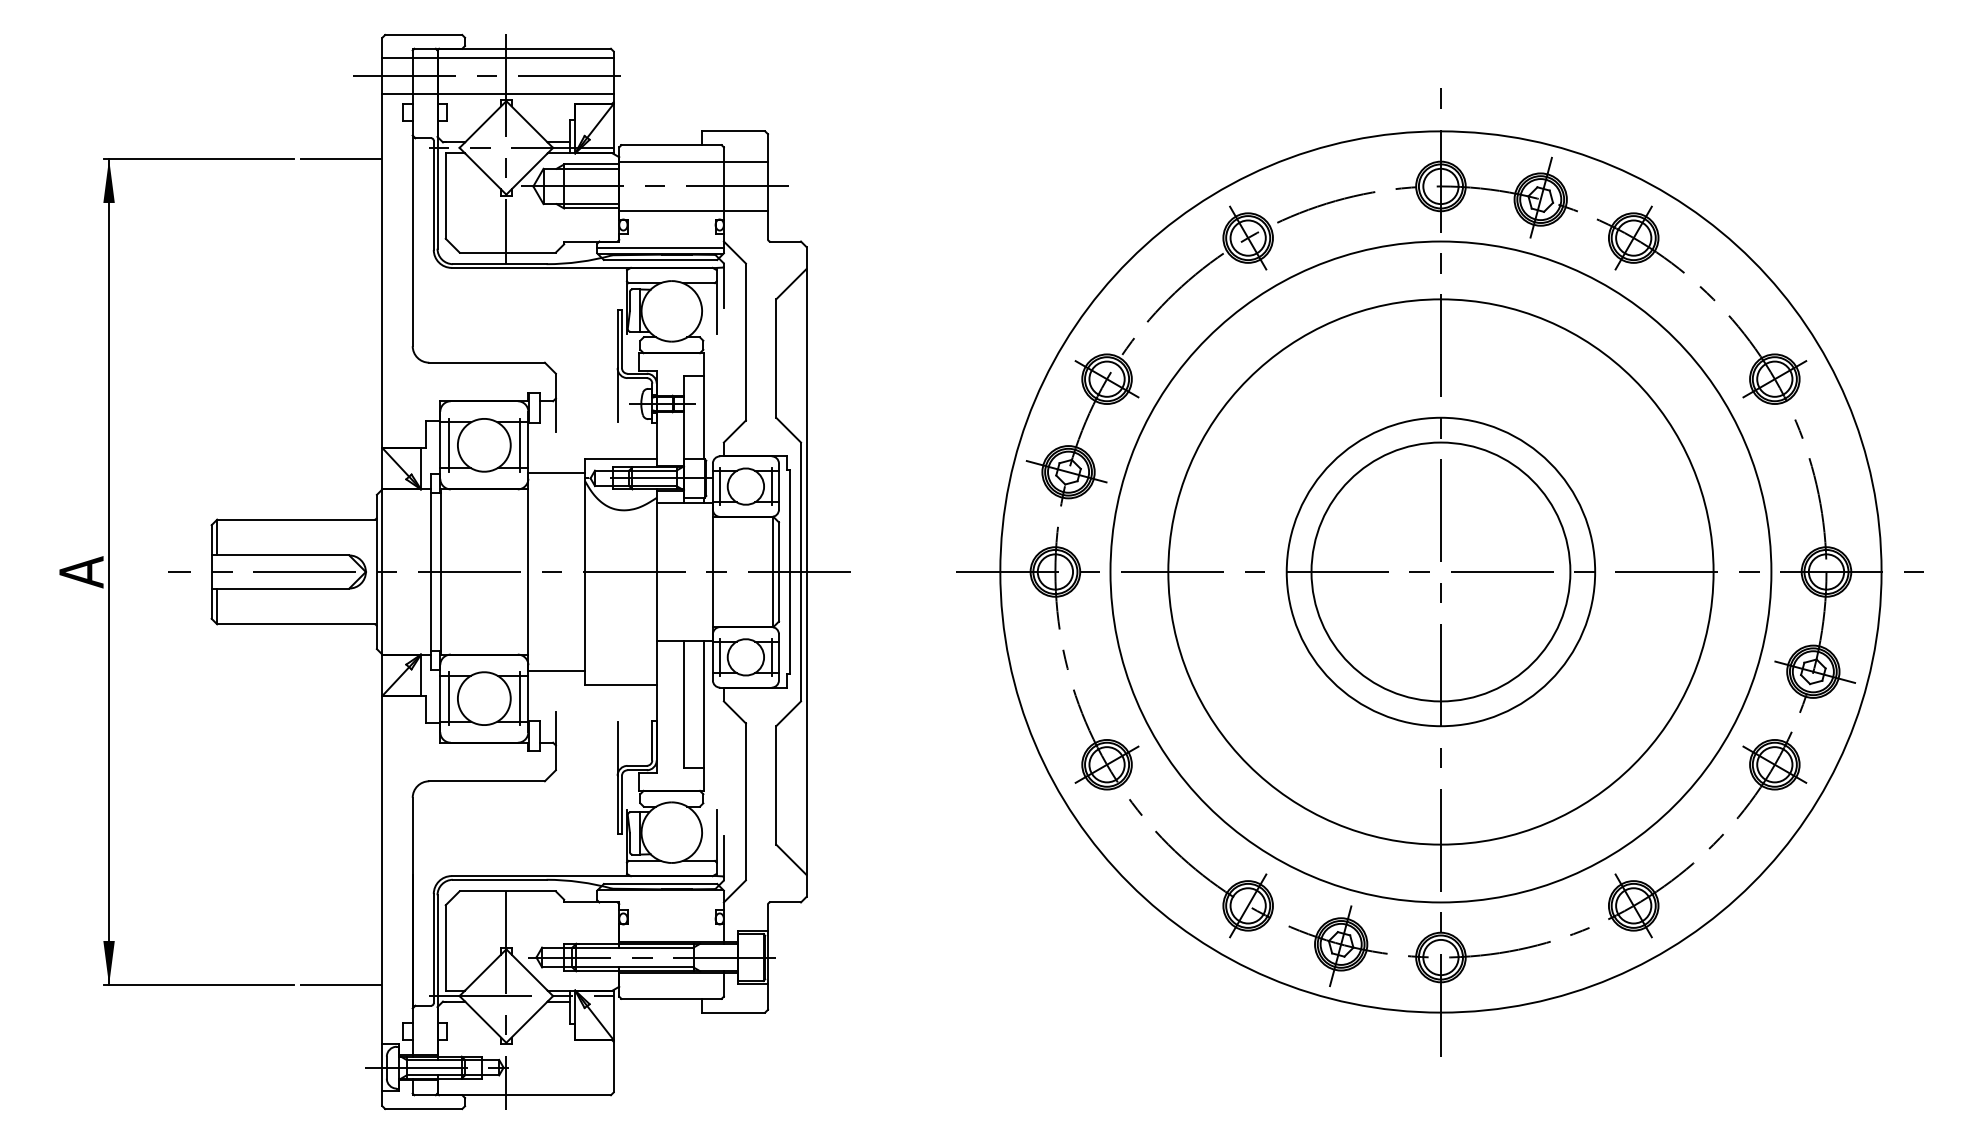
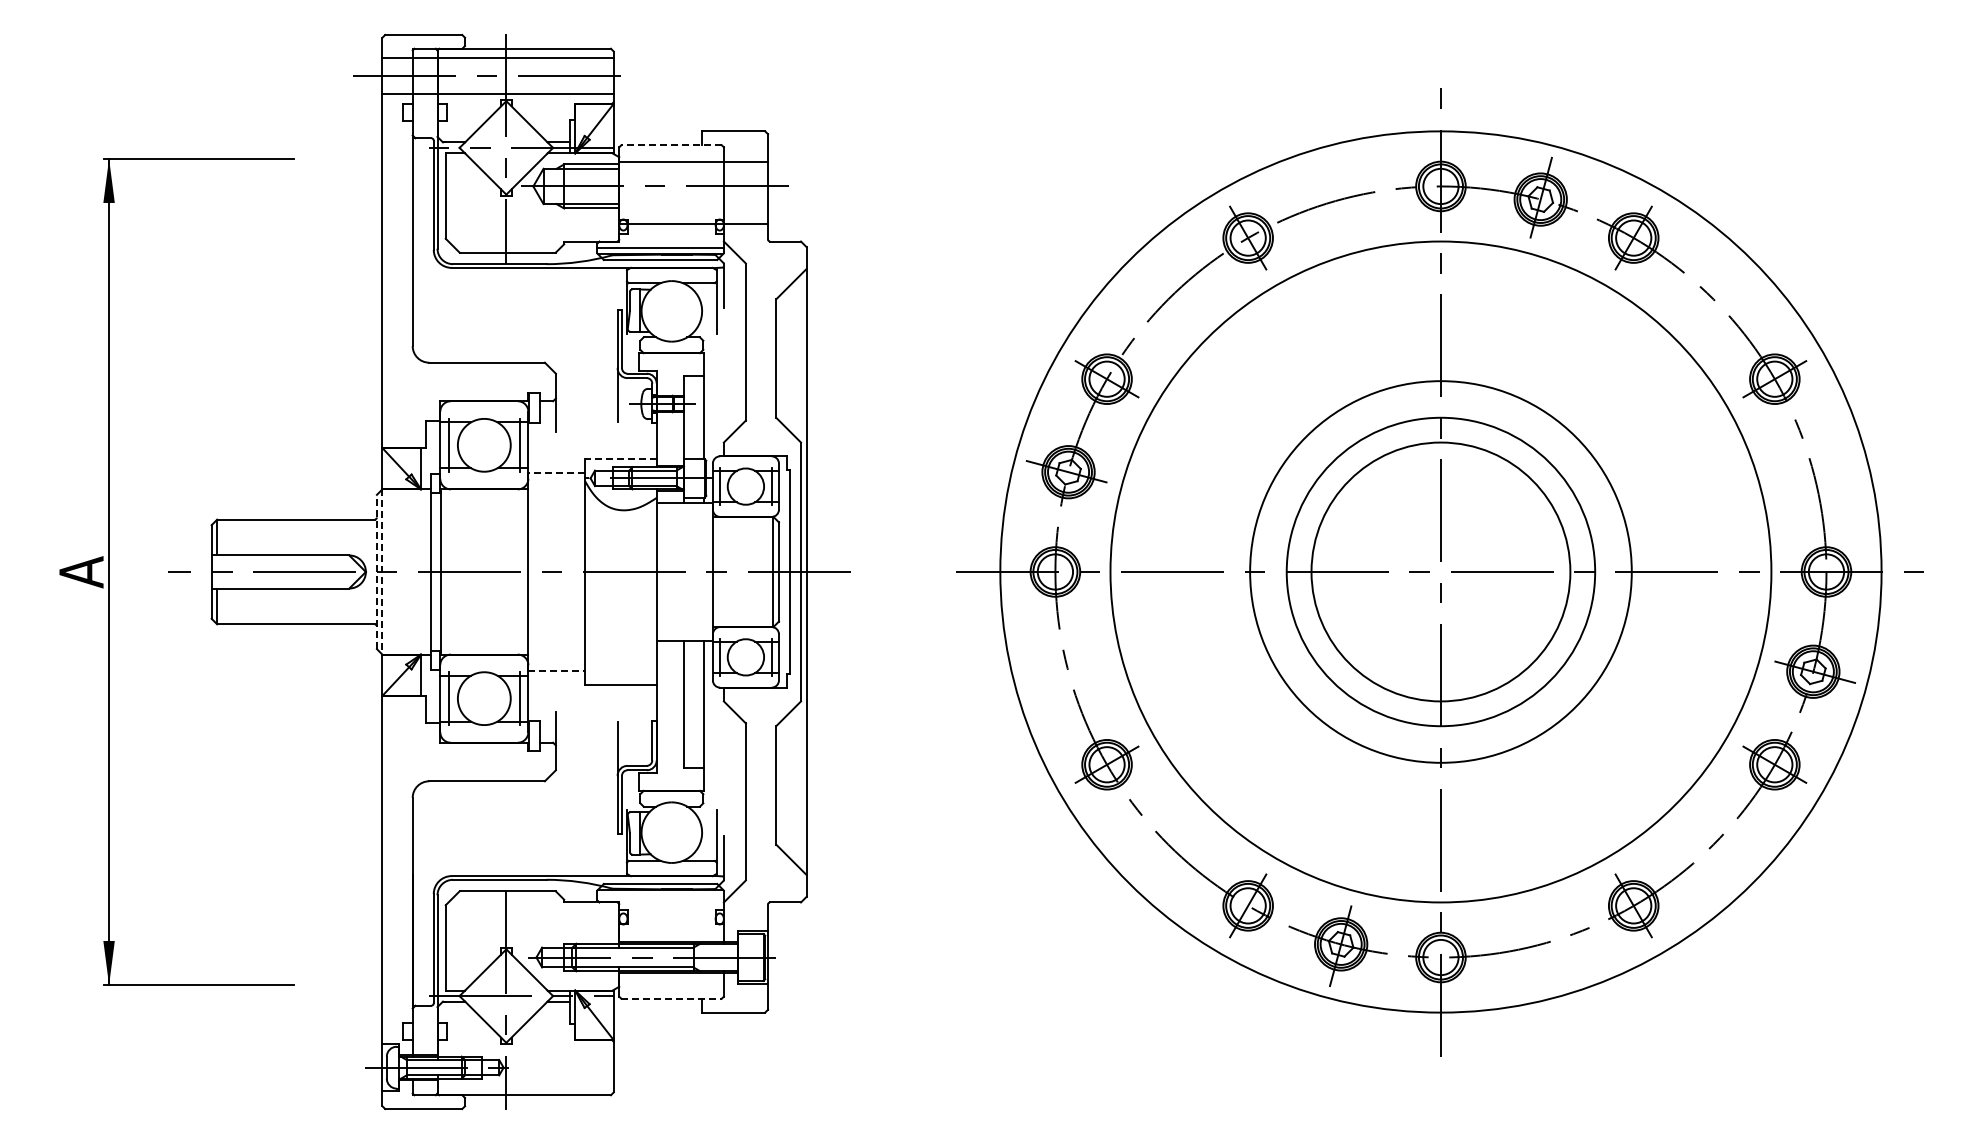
line at (671, 145): solid -> dashed
line at (340, 158): present -> none
line at (693, 211) position: (693, 211) -> (693, 224)
line at (620, 459): solid -> dashed
line at (556, 472): solid -> dashed
line at (376, 571): solid -> dashed
circle at (1440, 571) diameter: 545 px -> 382 px
line at (382, 572): solid -> dashed
line at (557, 671): solid -> dashed
line at (340, 985): present -> none
line at (672, 998): solid -> dashed
